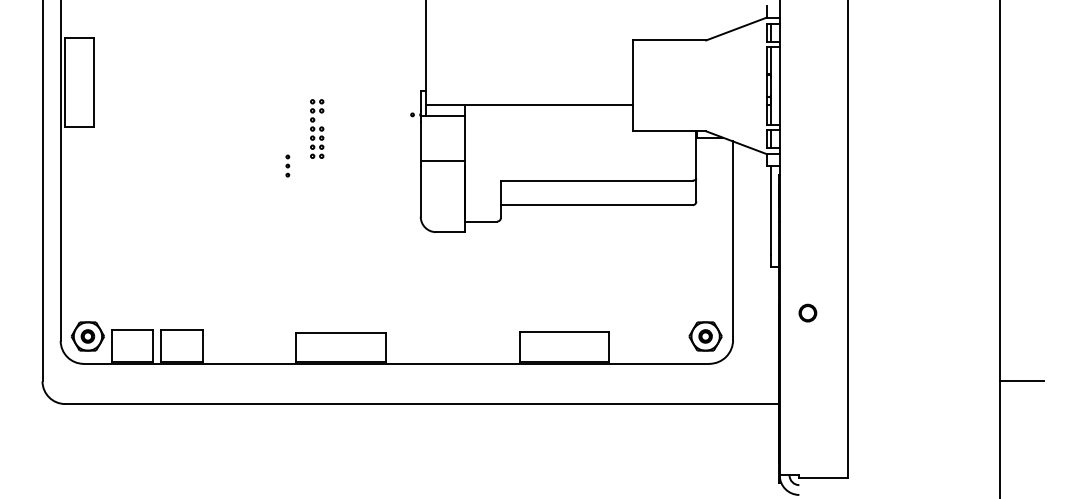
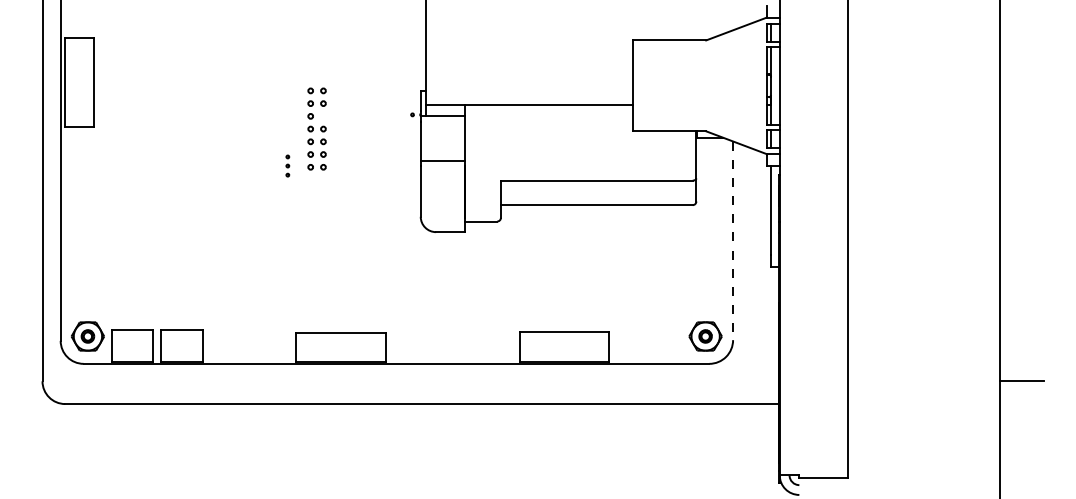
part at (317, 128) size: 15x60 px -> 20x84 px
line at (733, 241): solid -> dashed
part at (807, 312): present -> none
